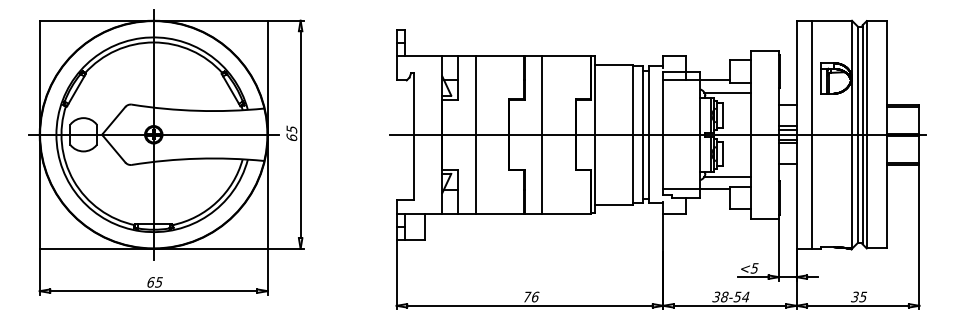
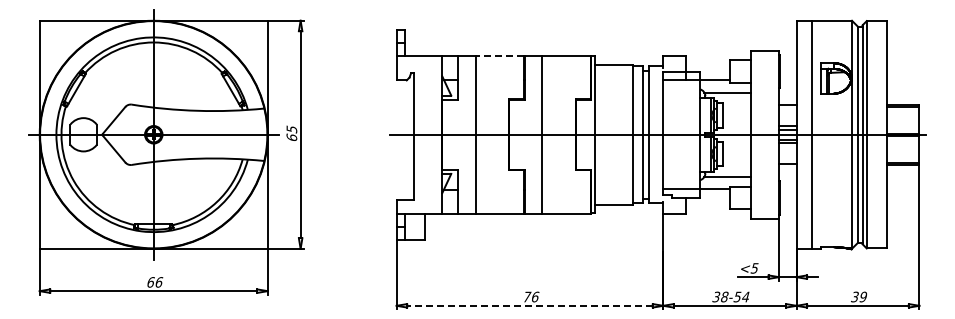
line at (499, 55): solid -> dashed
text at (159, 282): 65 -> 66
text at (863, 296): 35 -> 39
line at (529, 305): solid -> dashed
